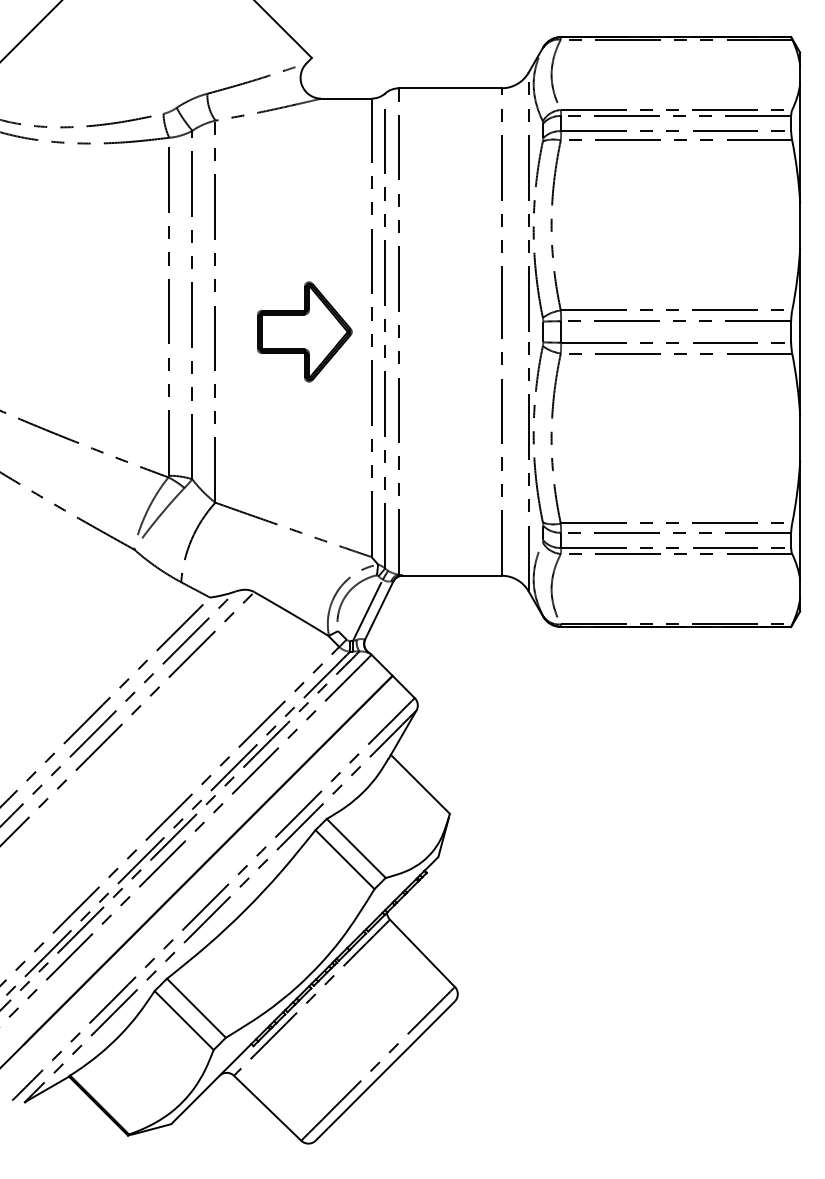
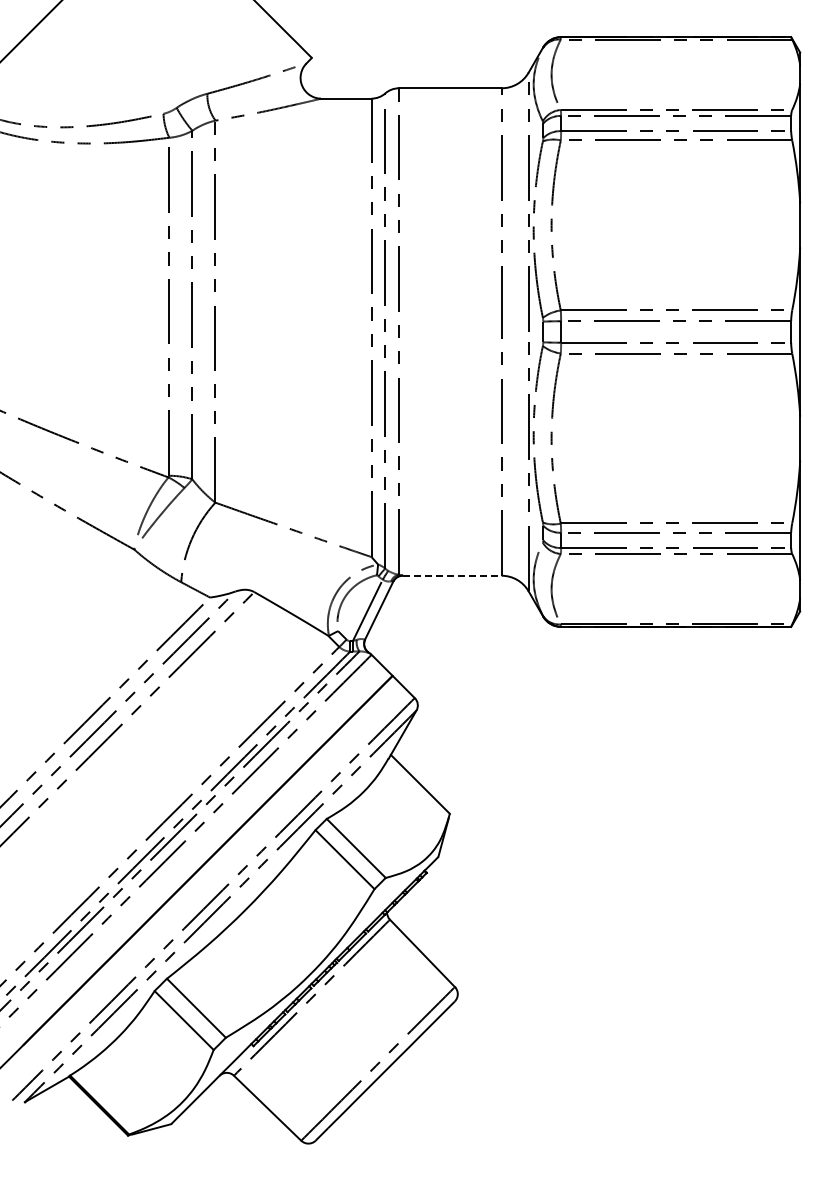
part at (304, 331): present -> none
line at (452, 575): solid -> dashed
